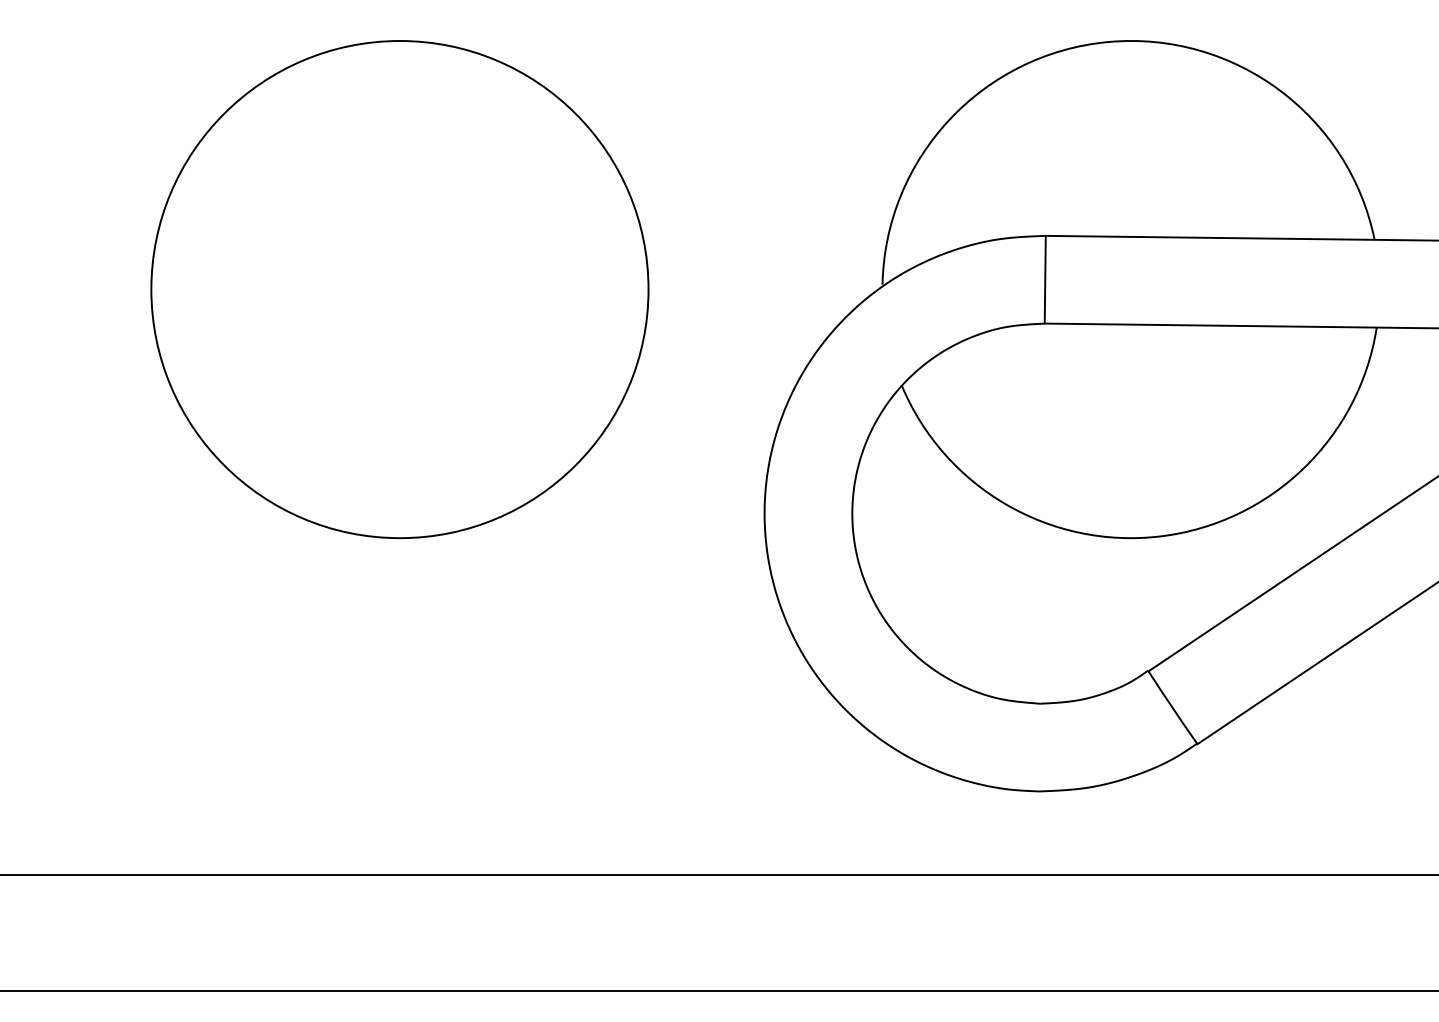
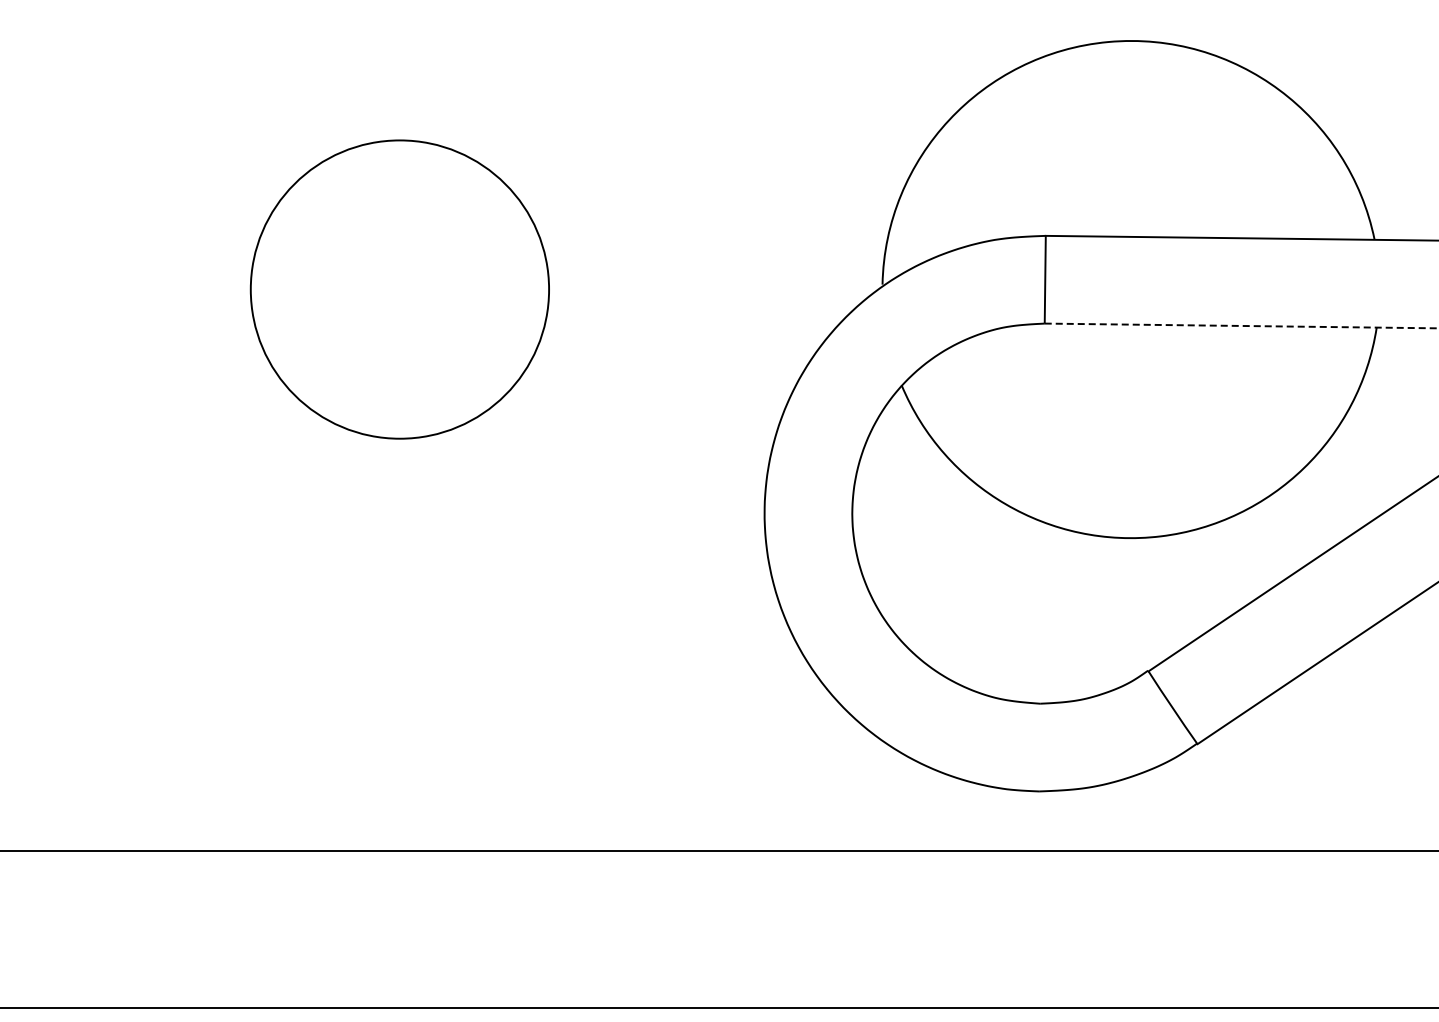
circle at (399, 289) diameter: 497 px -> 298 px
line at (1241, 325): solid -> dashed
line at (718, 874) position: (718, 874) -> (718, 850)
line at (718, 991) position: (718, 991) -> (718, 1008)
